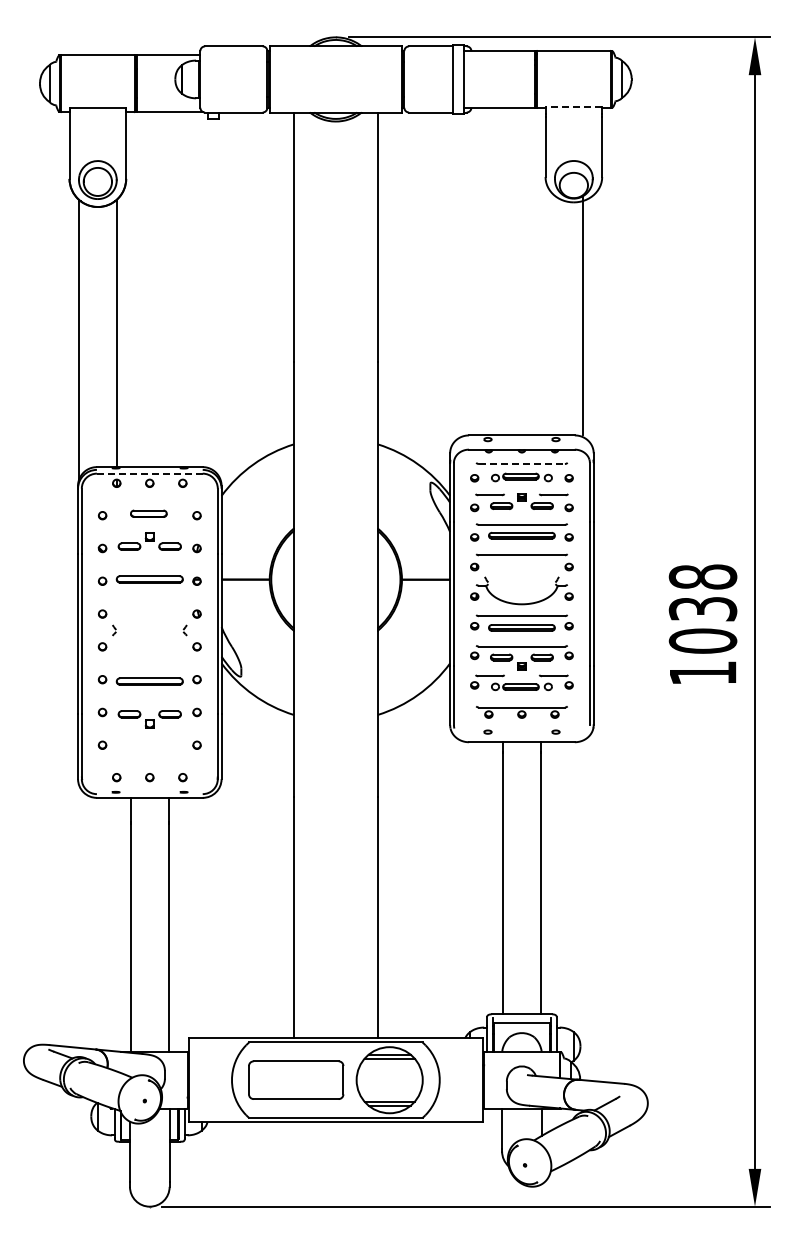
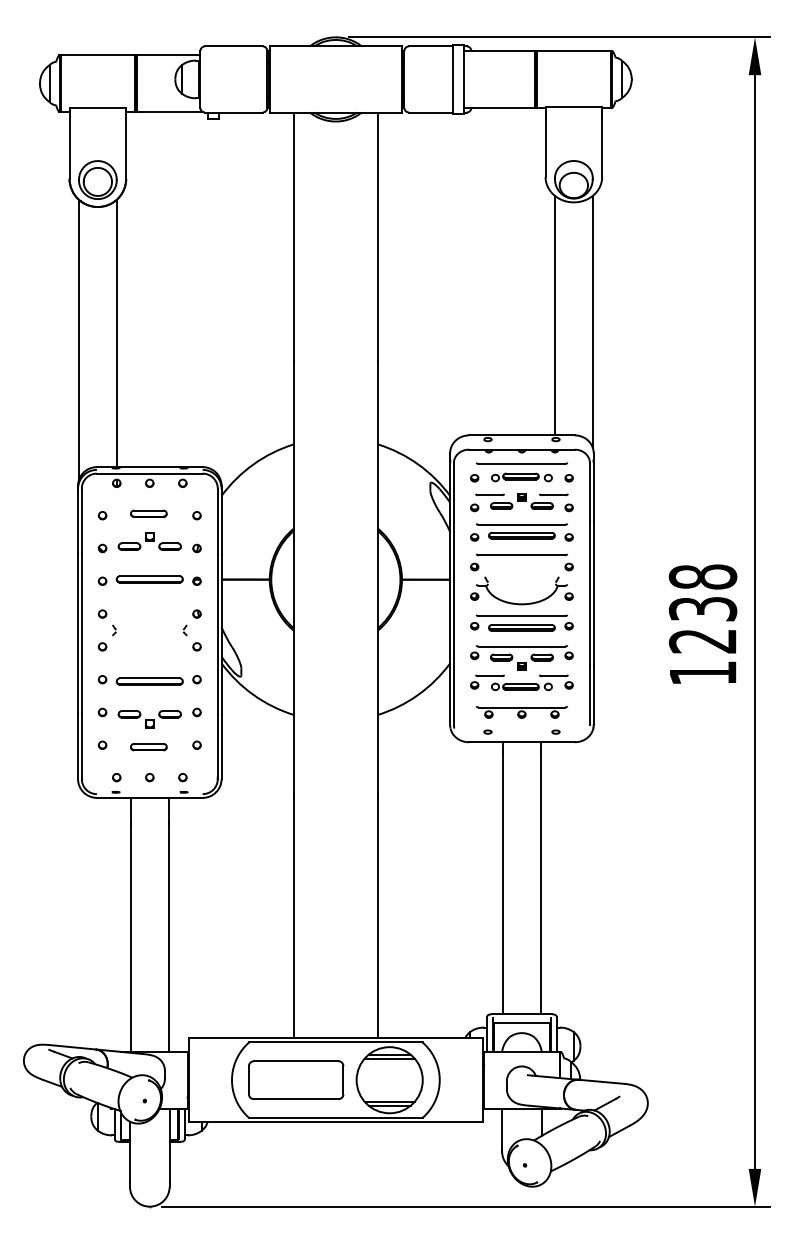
line at (573, 107): dashed -> solid
line at (582, 315) position: (582, 315) -> (554, 315)
line at (592, 321): none -> present
line at (521, 464): dashed -> solid
line at (149, 473): dashed -> solid
text at (702, 640): 1038 -> 1238
part at (148, 747): none -> present
